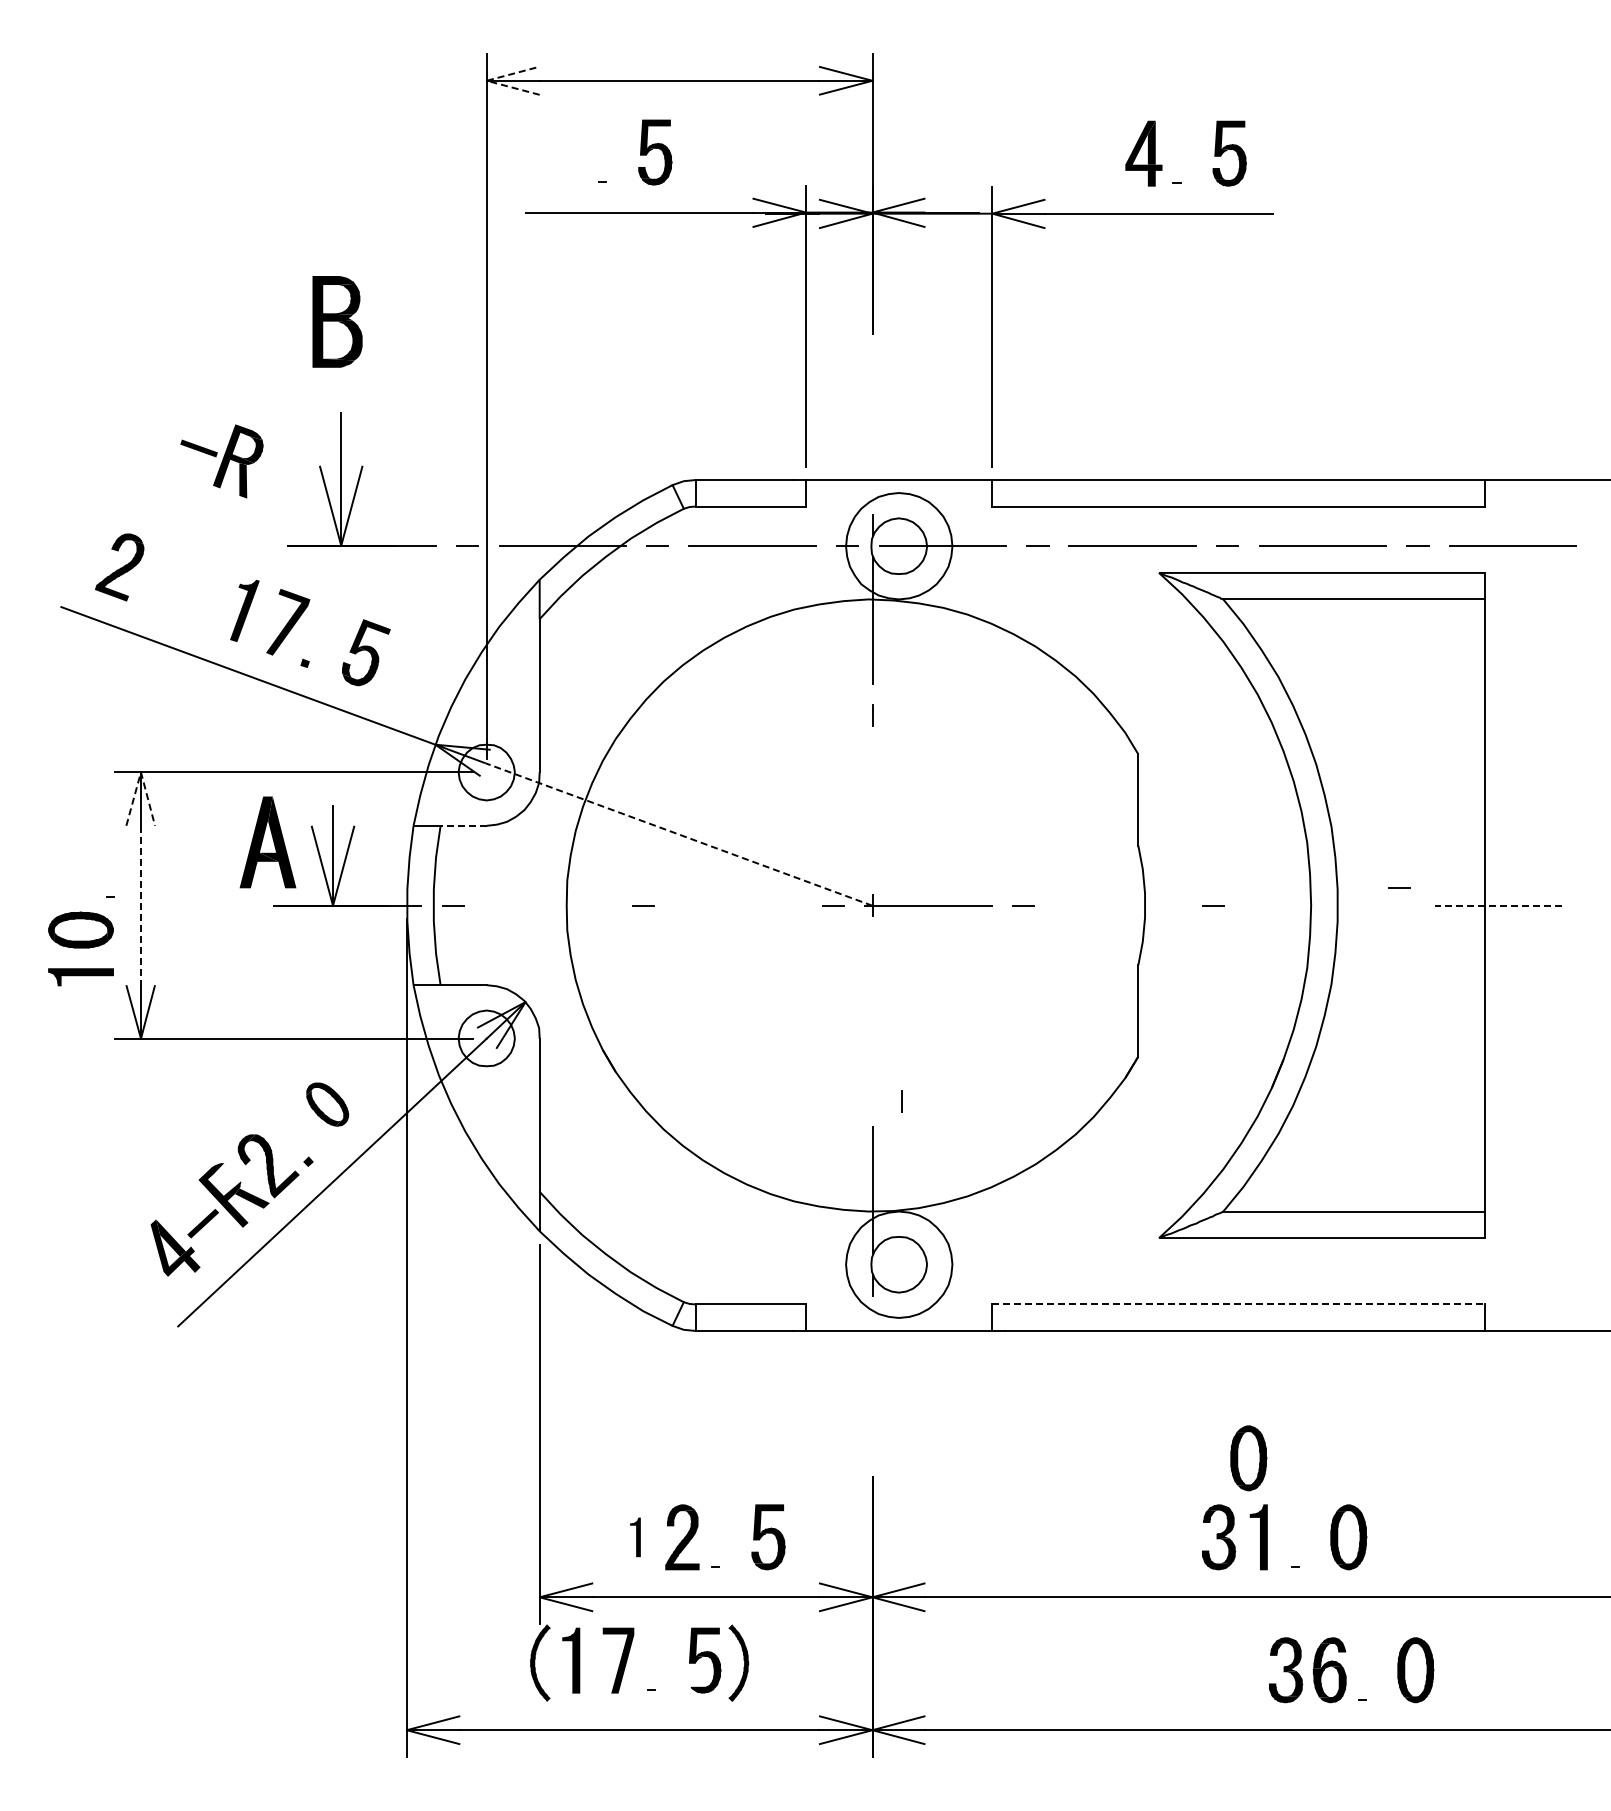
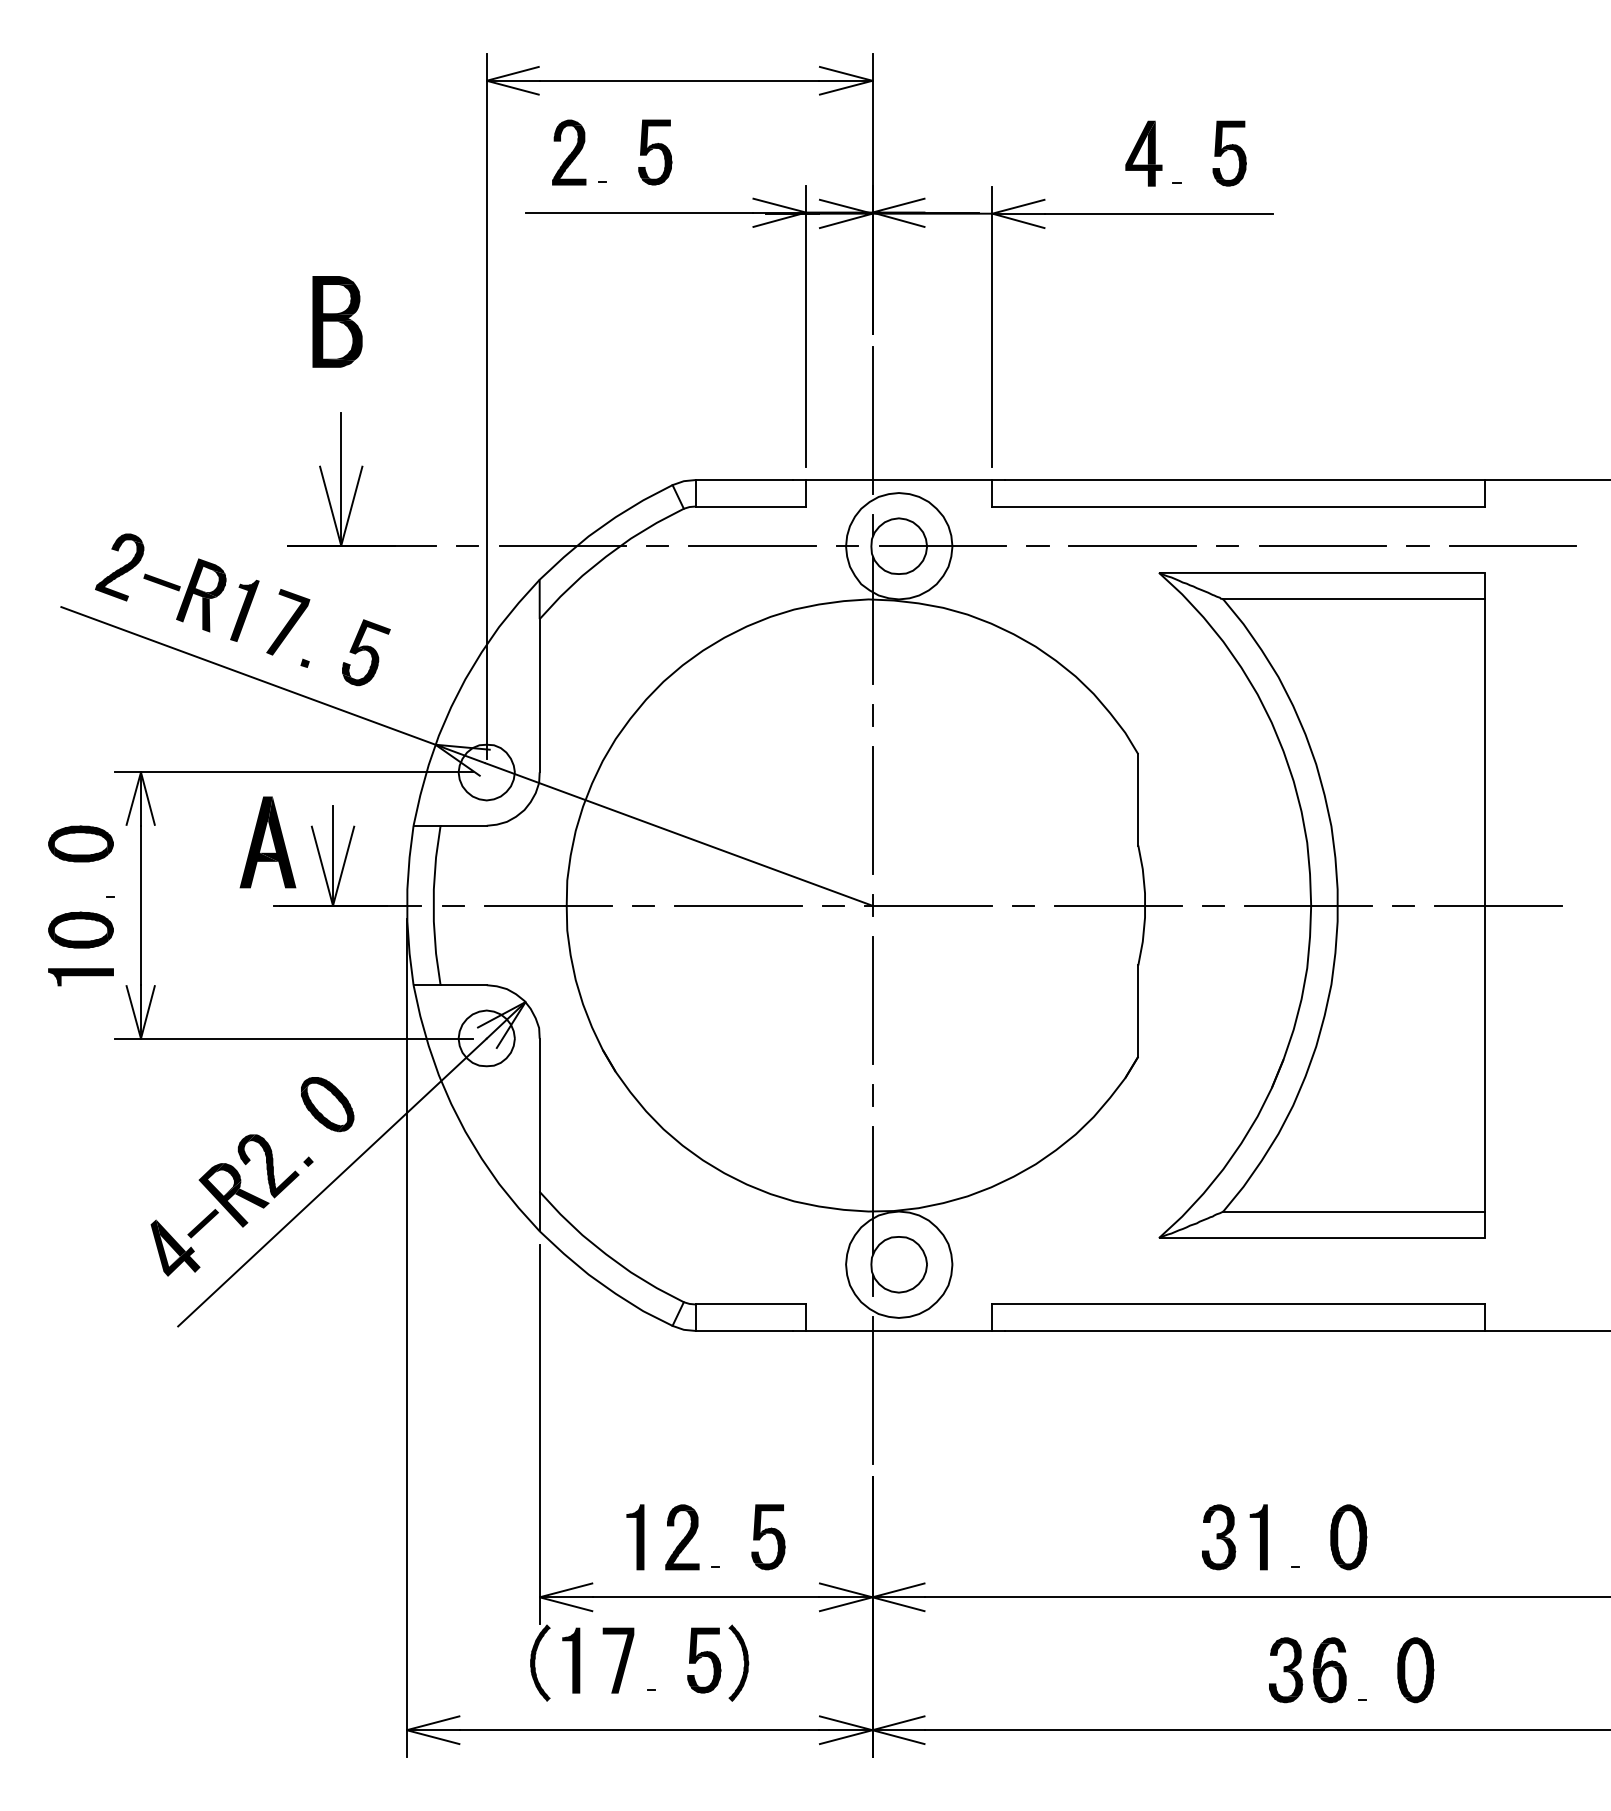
line at (486, 80): dashed -> solid
part at (569, 152): none -> present
line at (872, 419): none -> present
part at (221, 461) position: (221, 461) -> (184, 595)
line at (140, 772): dashed -> solid
line at (872, 809): none -> present
line at (463, 825): dashed -> solid
line at (678, 834): dashed -> solid
part at (80, 843): none -> present
line at (1399, 887) position: (1399, 887) -> (1403, 905)
line at (140, 905): dashed -> solid
line at (548, 905): none -> present
line at (737, 905): none -> present
line at (1117, 905): none -> present
line at (1308, 905): none -> present
line at (1497, 905): dashed -> solid
line at (872, 1000): none -> present
line at (901, 1101) position: (901, 1101) -> (872, 1095)
part at (327, 1104) size: 44x45 px -> 54x56 px
fill at (227, 1179): none -> present
line at (1239, 1304): dashed -> solid
line at (872, 1390): none -> present
part at (1248, 1458): present -> none
part at (635, 1537) size: 11x41 px -> 19x67 px
fill at (695, 1680): none -> present
